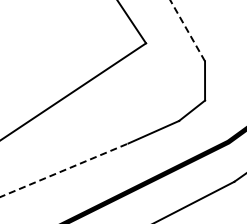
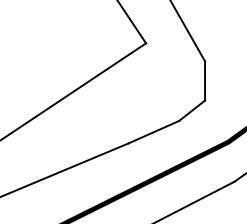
line at (187, 31): dashed -> solid
line at (64, 170): dashed -> solid
